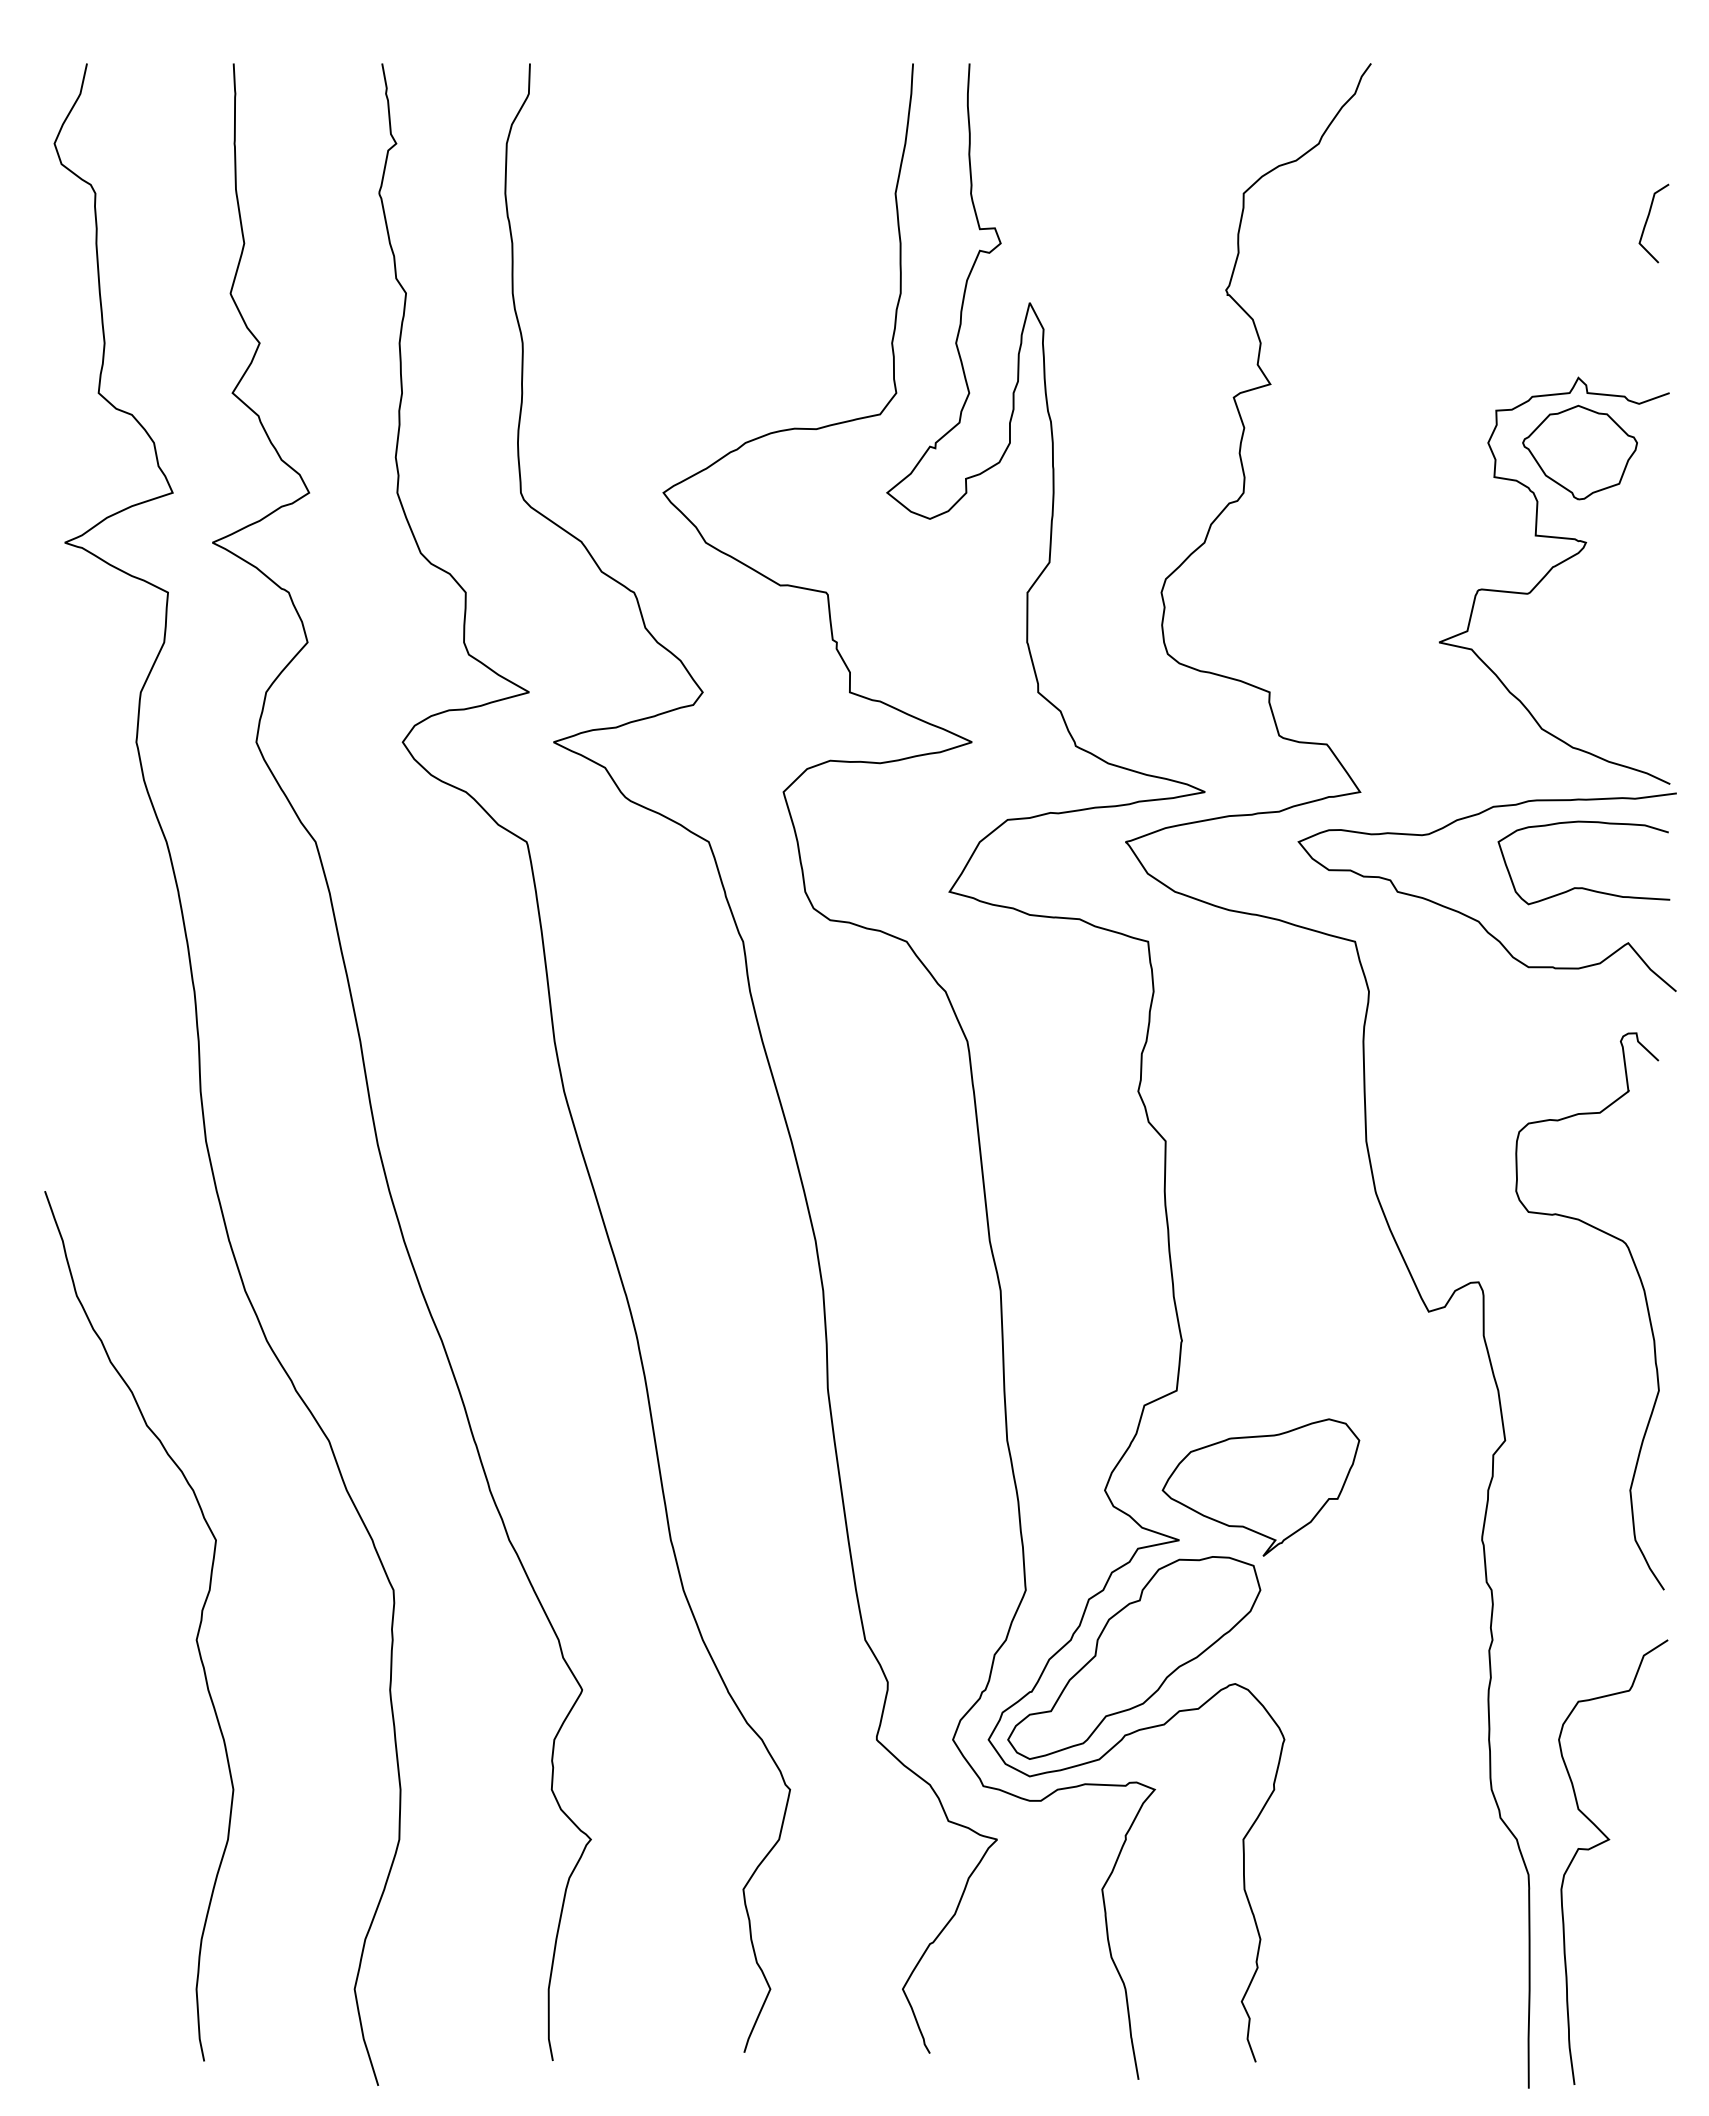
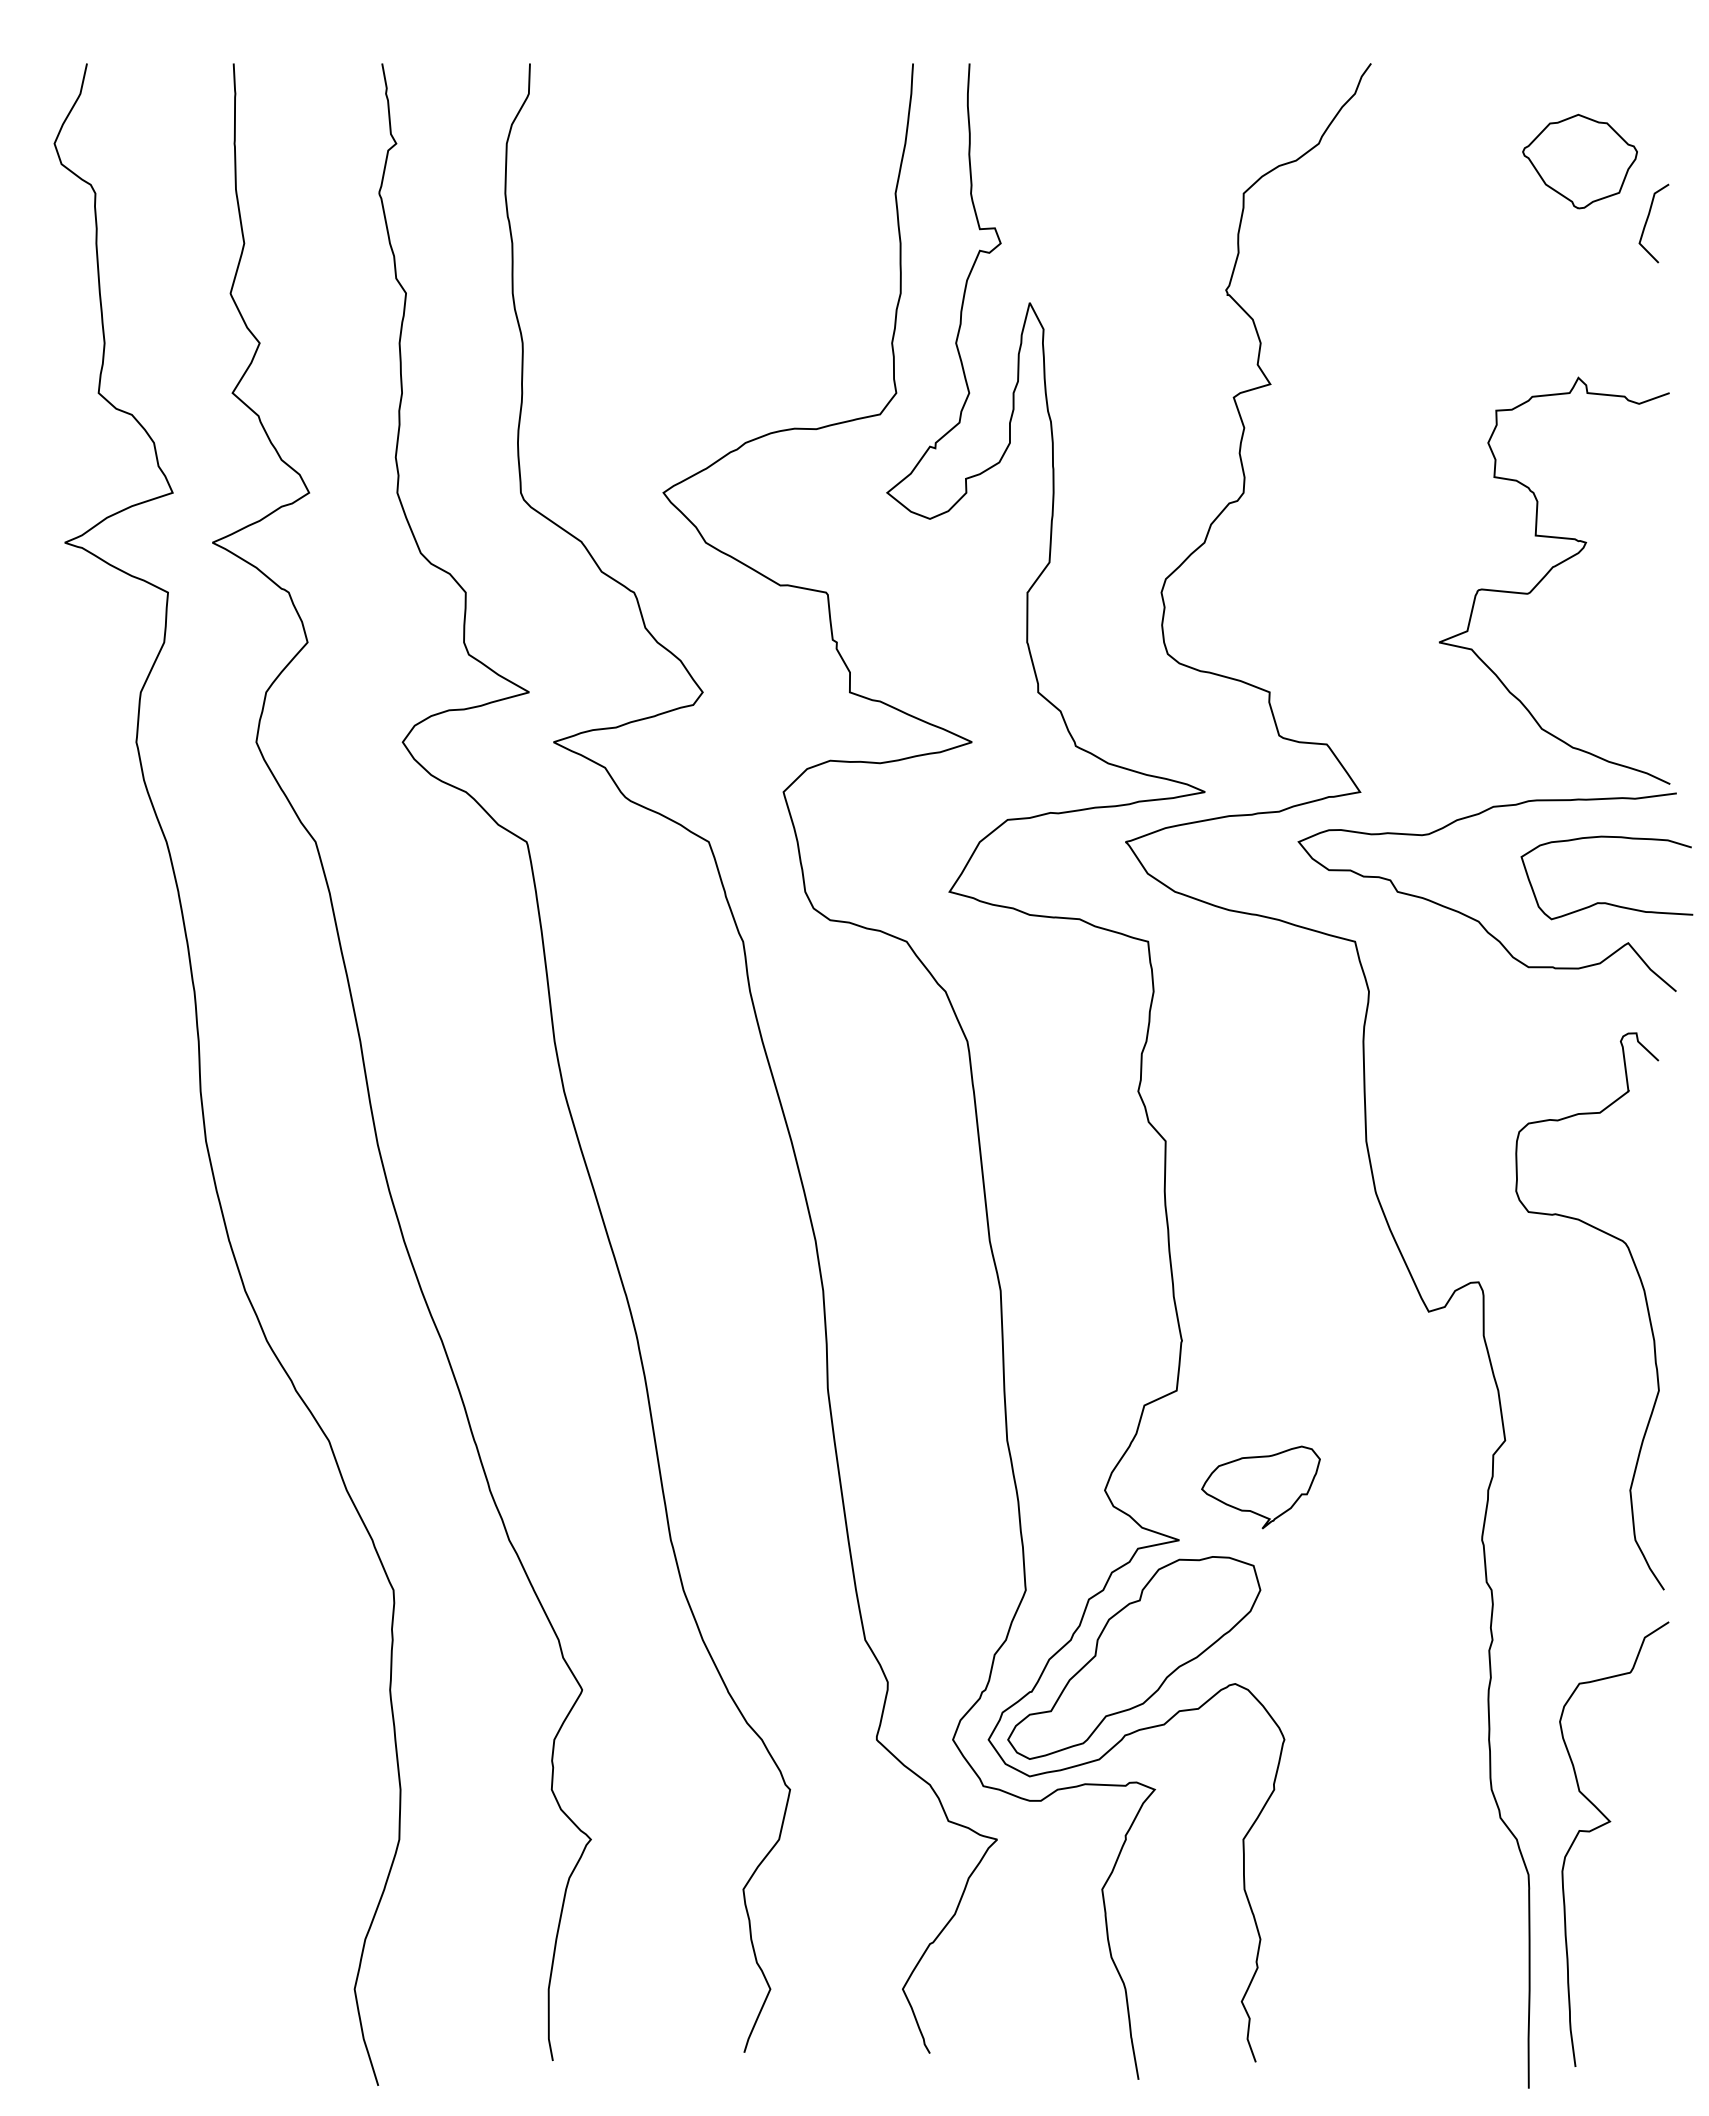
part at (1579, 452) position: (1579, 452) -> (1579, 161)
curve at (1583, 887) position: (1583, 887) -> (1606, 902)
part at (1260, 1487) size: 200x139 px -> 120x85 px
curve at (195, 1639): present -> none
curve at (1603, 1843) position: (1603, 1843) -> (1604, 1825)
